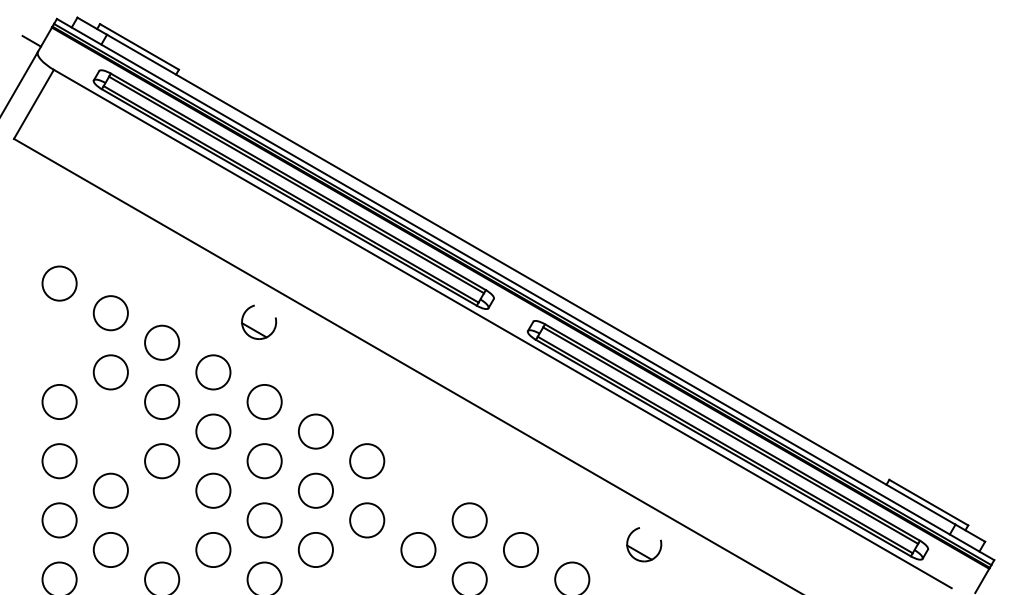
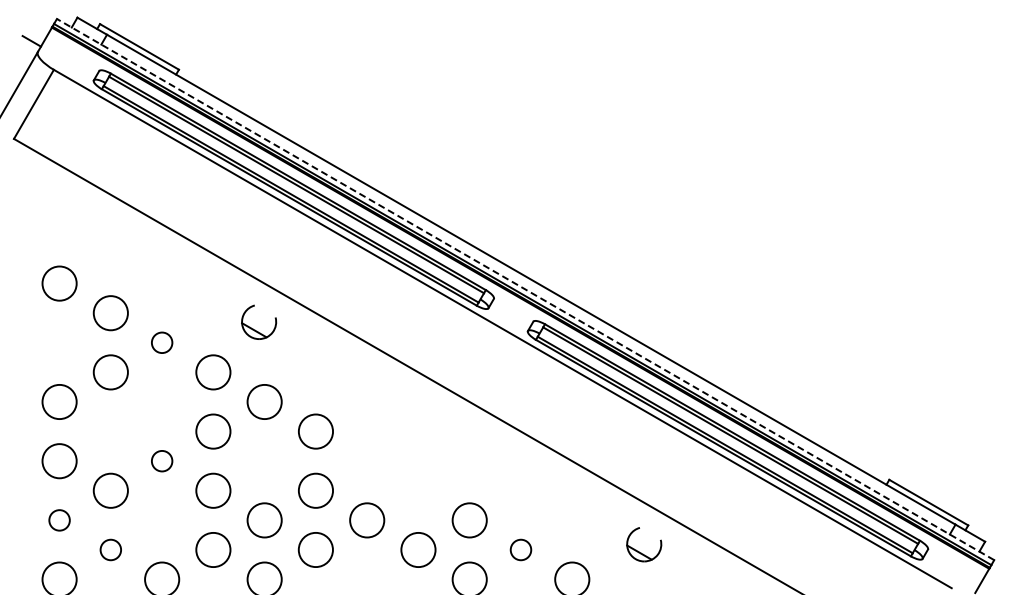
line at (525, 289): solid -> dashed
circle at (162, 342) diameter: 34 px -> 21 px
circle at (162, 401): present -> none
circle at (162, 461) diameter: 34 px -> 21 px
circle at (264, 461): present -> none
circle at (367, 461): present -> none
circle at (59, 520) diameter: 34 px -> 21 px
circle at (110, 549) diameter: 34 px -> 21 px
circle at (520, 549) diameter: 34 px -> 21 px
